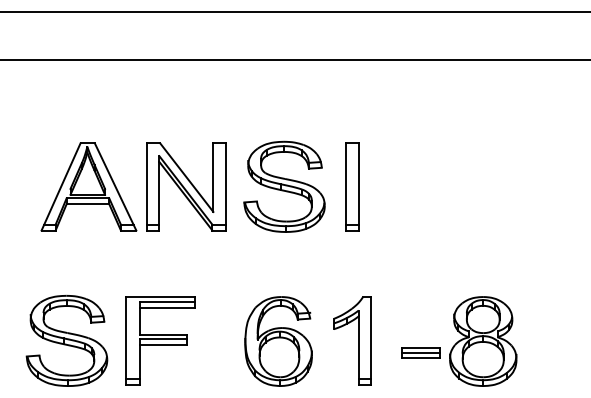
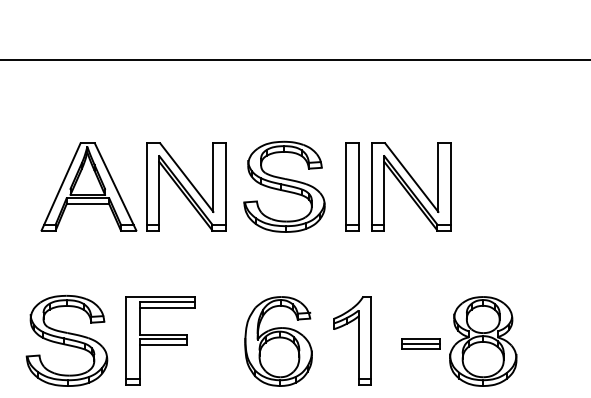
line at (294, 11): present -> none
part at (411, 186): none -> present
part at (420, 352) position: (420, 352) -> (420, 343)
